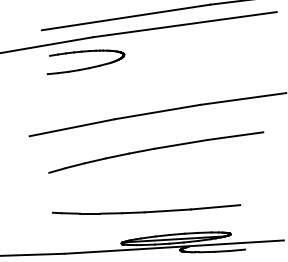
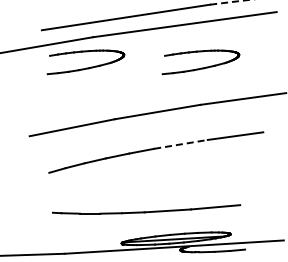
line at (228, 2): solid -> dashed
part at (200, 62): none -> present
line at (181, 144): solid -> dashed
